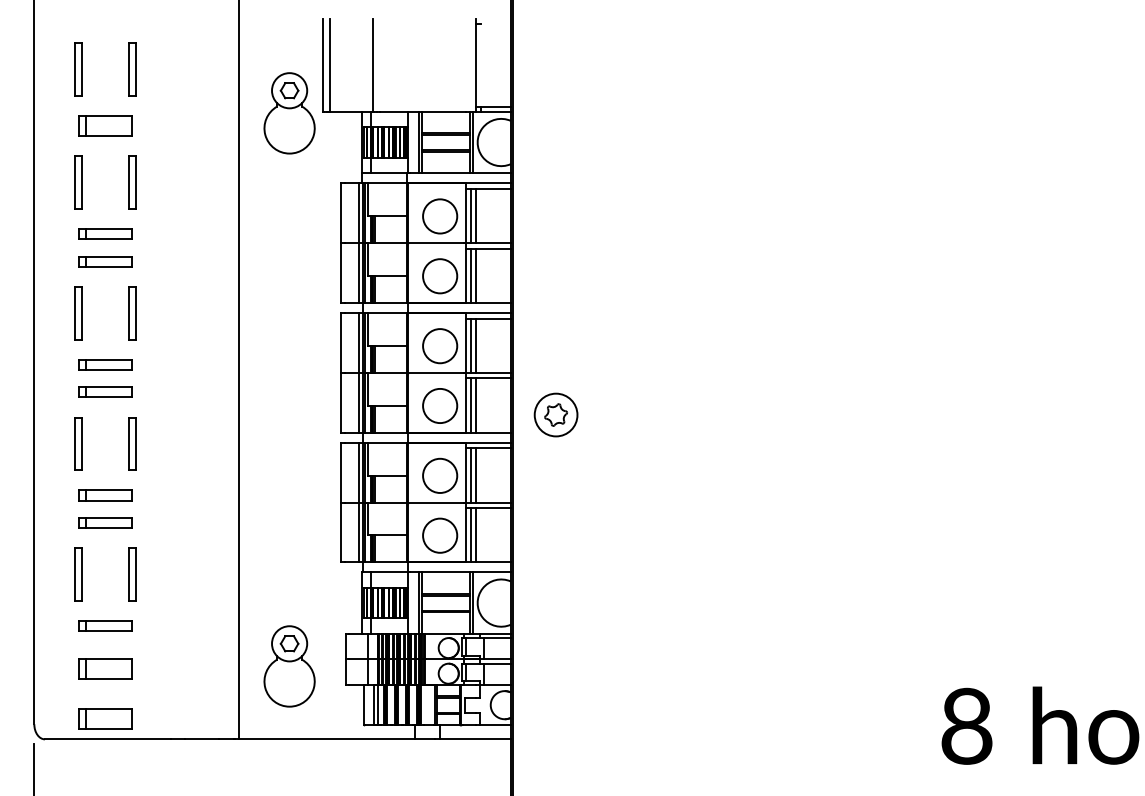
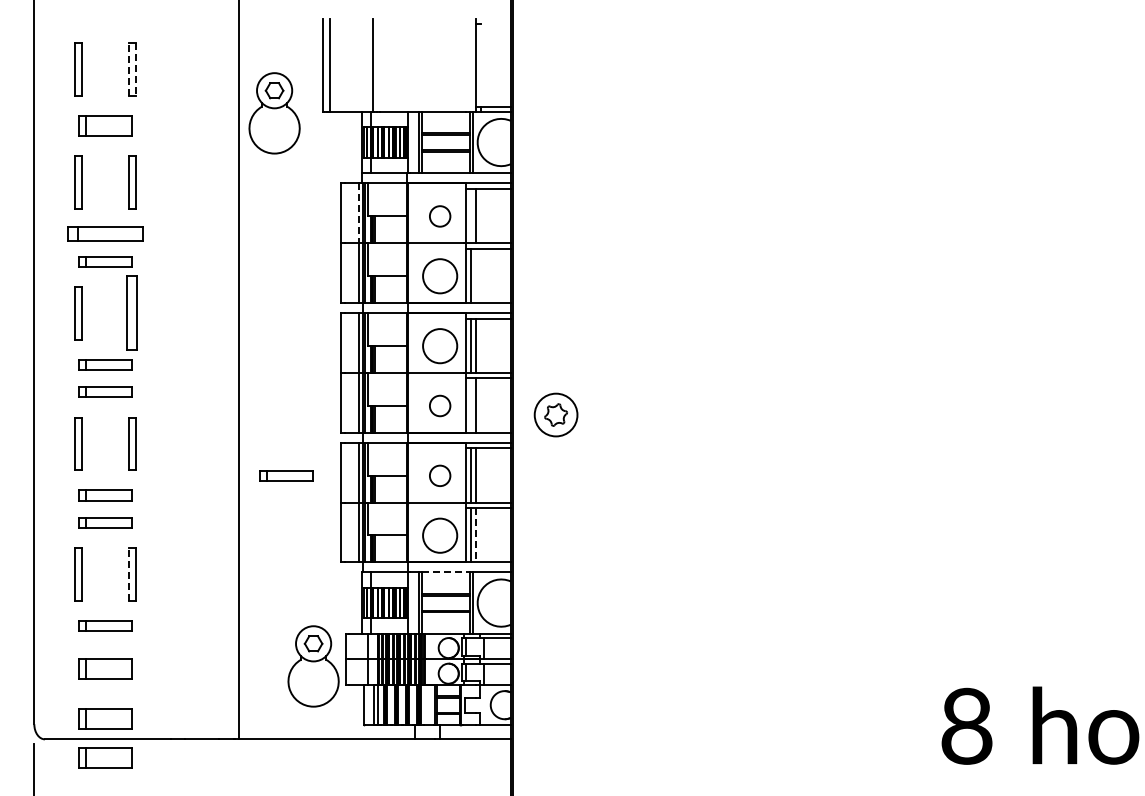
line at (128, 68): solid -> dashed
line at (135, 69): solid -> dashed
part at (289, 113) position: (289, 113) -> (274, 113)
line at (358, 213): solid -> dashed
line at (471, 215): present -> none
circle at (440, 216) diameter: 34 px -> 21 px
part at (105, 233) size: 55x12 px -> 77x16 px
line at (475, 275): present -> none
part at (132, 313) size: 9x55 px -> 12x76 px
circle at (440, 405) diameter: 34 px -> 21 px
line at (471, 405): present -> none
part at (286, 475): none -> present
circle at (440, 475) diameter: 34 px -> 21 px
line at (475, 535): solid -> dashed
line at (445, 572): solid -> dashed
line at (128, 574): solid -> dashed
part at (289, 666) position: (289, 666) -> (313, 666)
part at (105, 757): none -> present
